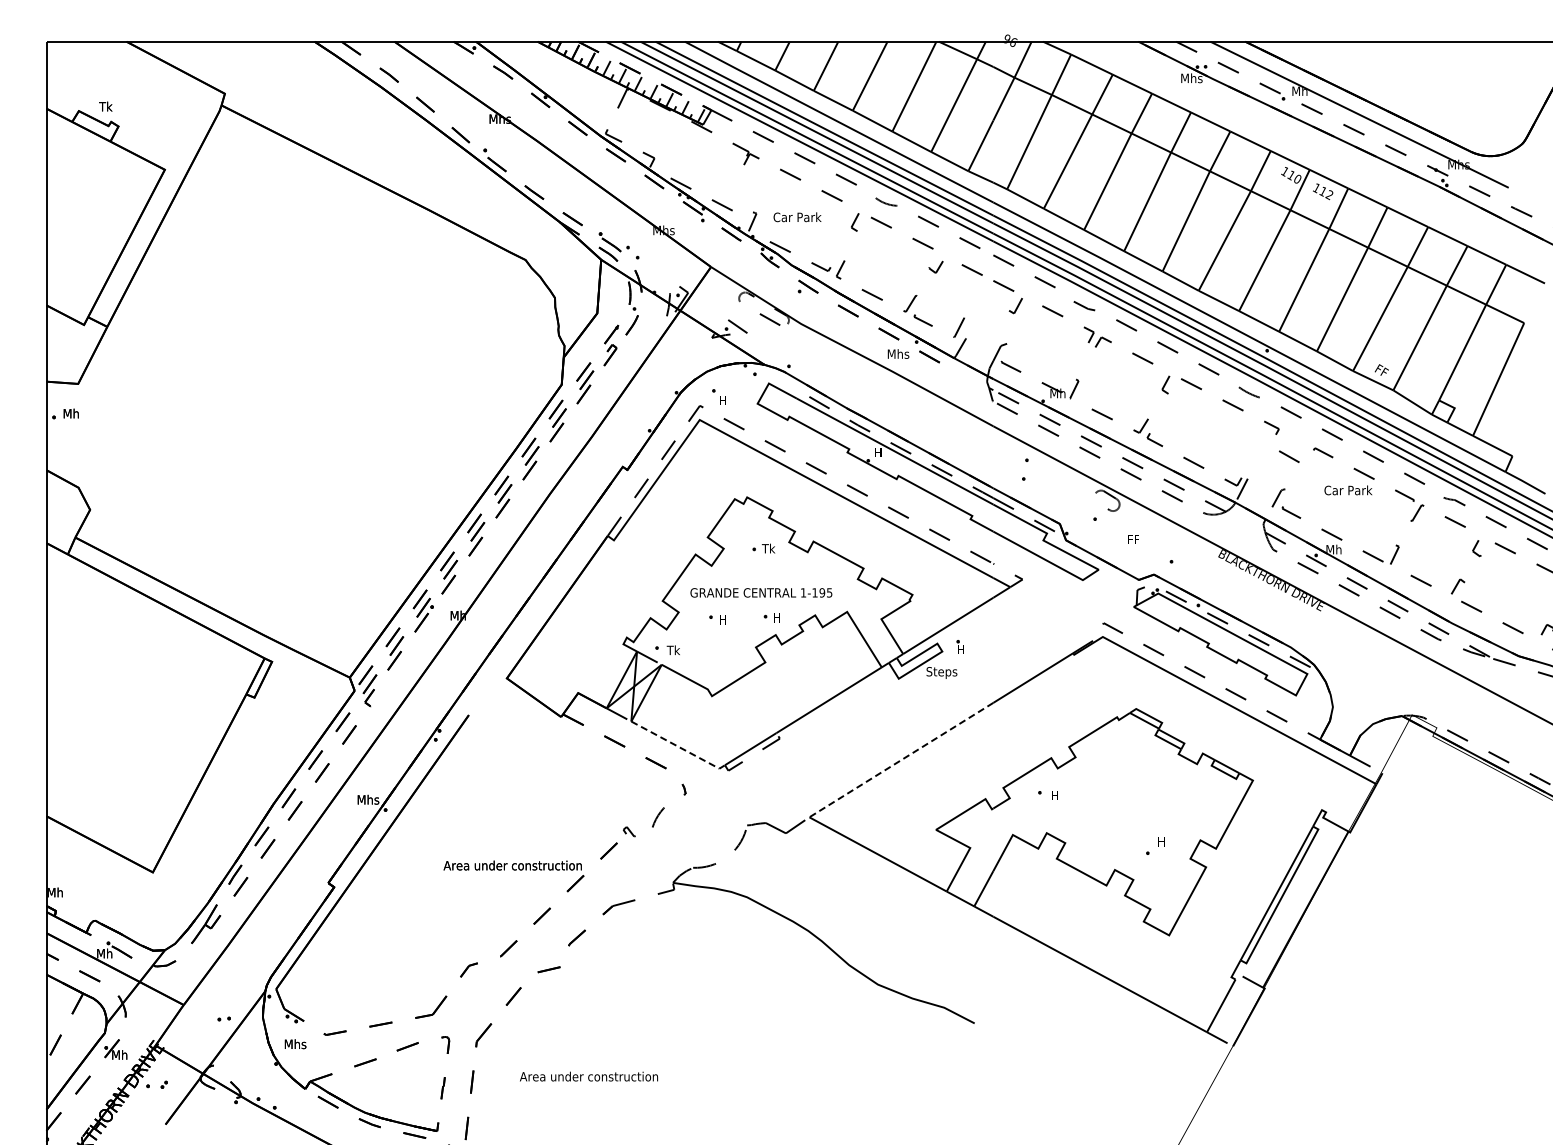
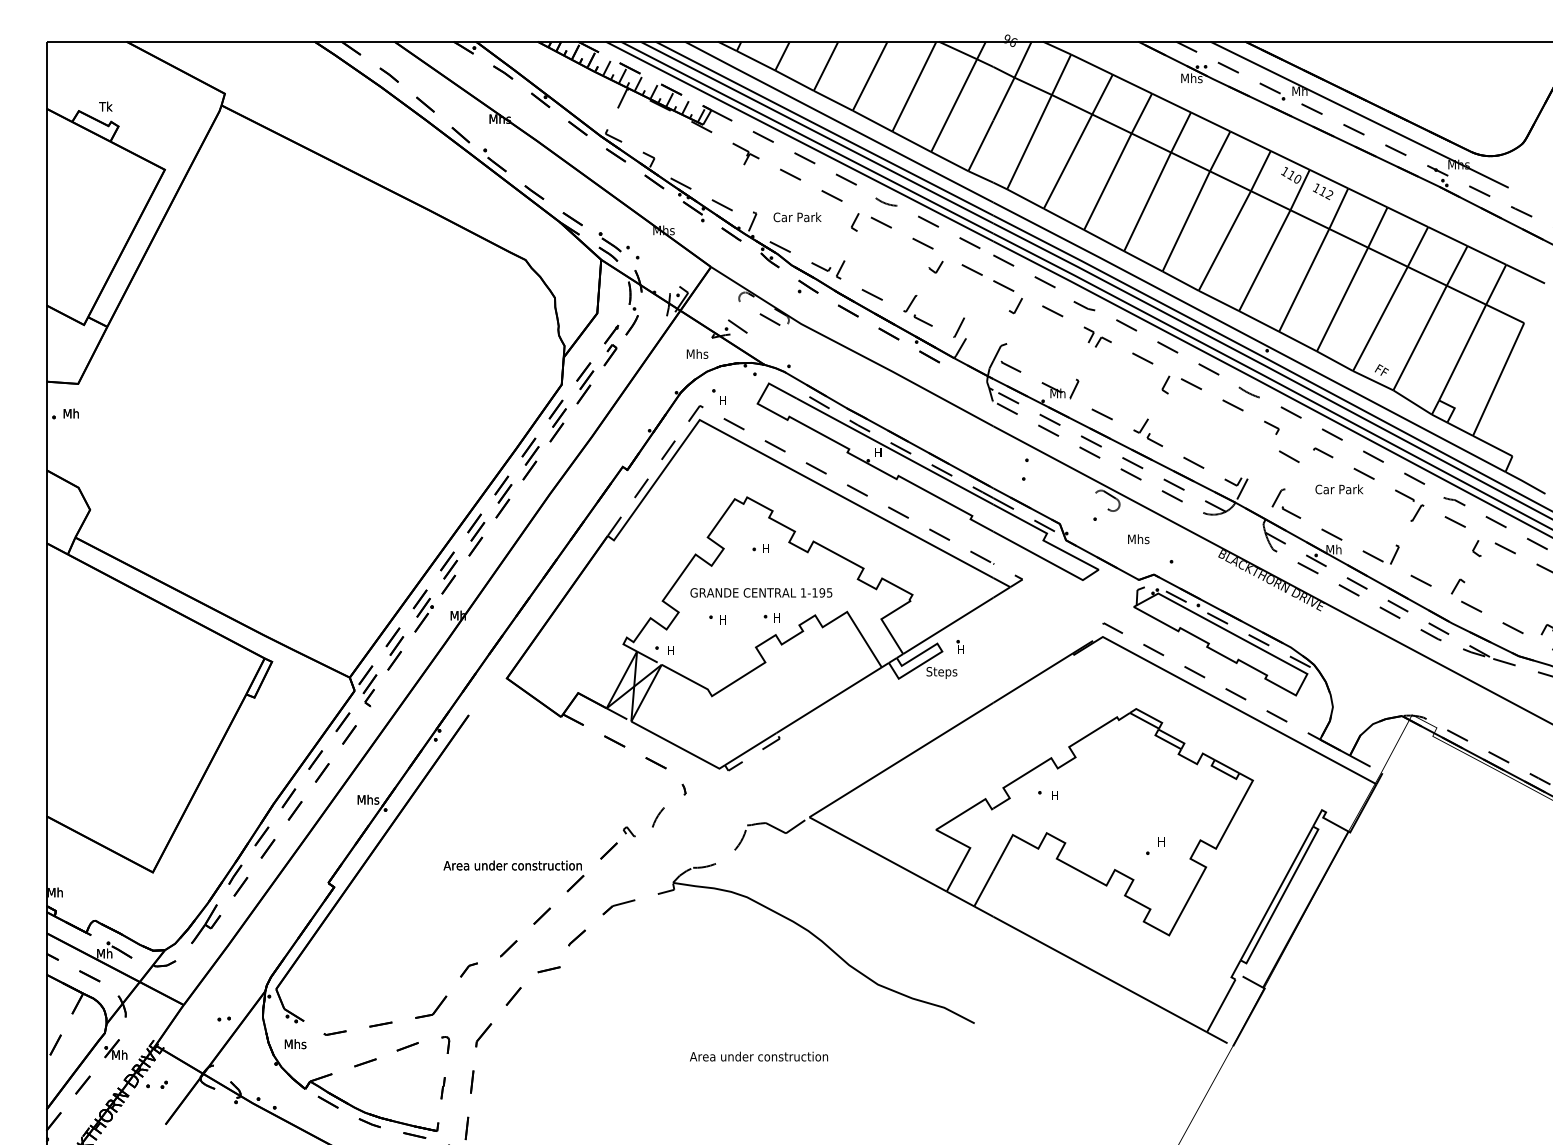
text at (898, 353) position: (898, 353) -> (697, 353)
text at (1348, 490) position: (1348, 490) -> (1339, 489)
text at (1138, 539): FF -> Mhs
text at (768, 548): Tk -> H
text at (672, 650): Tk -> H
line at (678, 747): dashed -> solid
line at (900, 760): dashed -> solid
text at (589, 1076) position: (589, 1076) -> (759, 1056)
